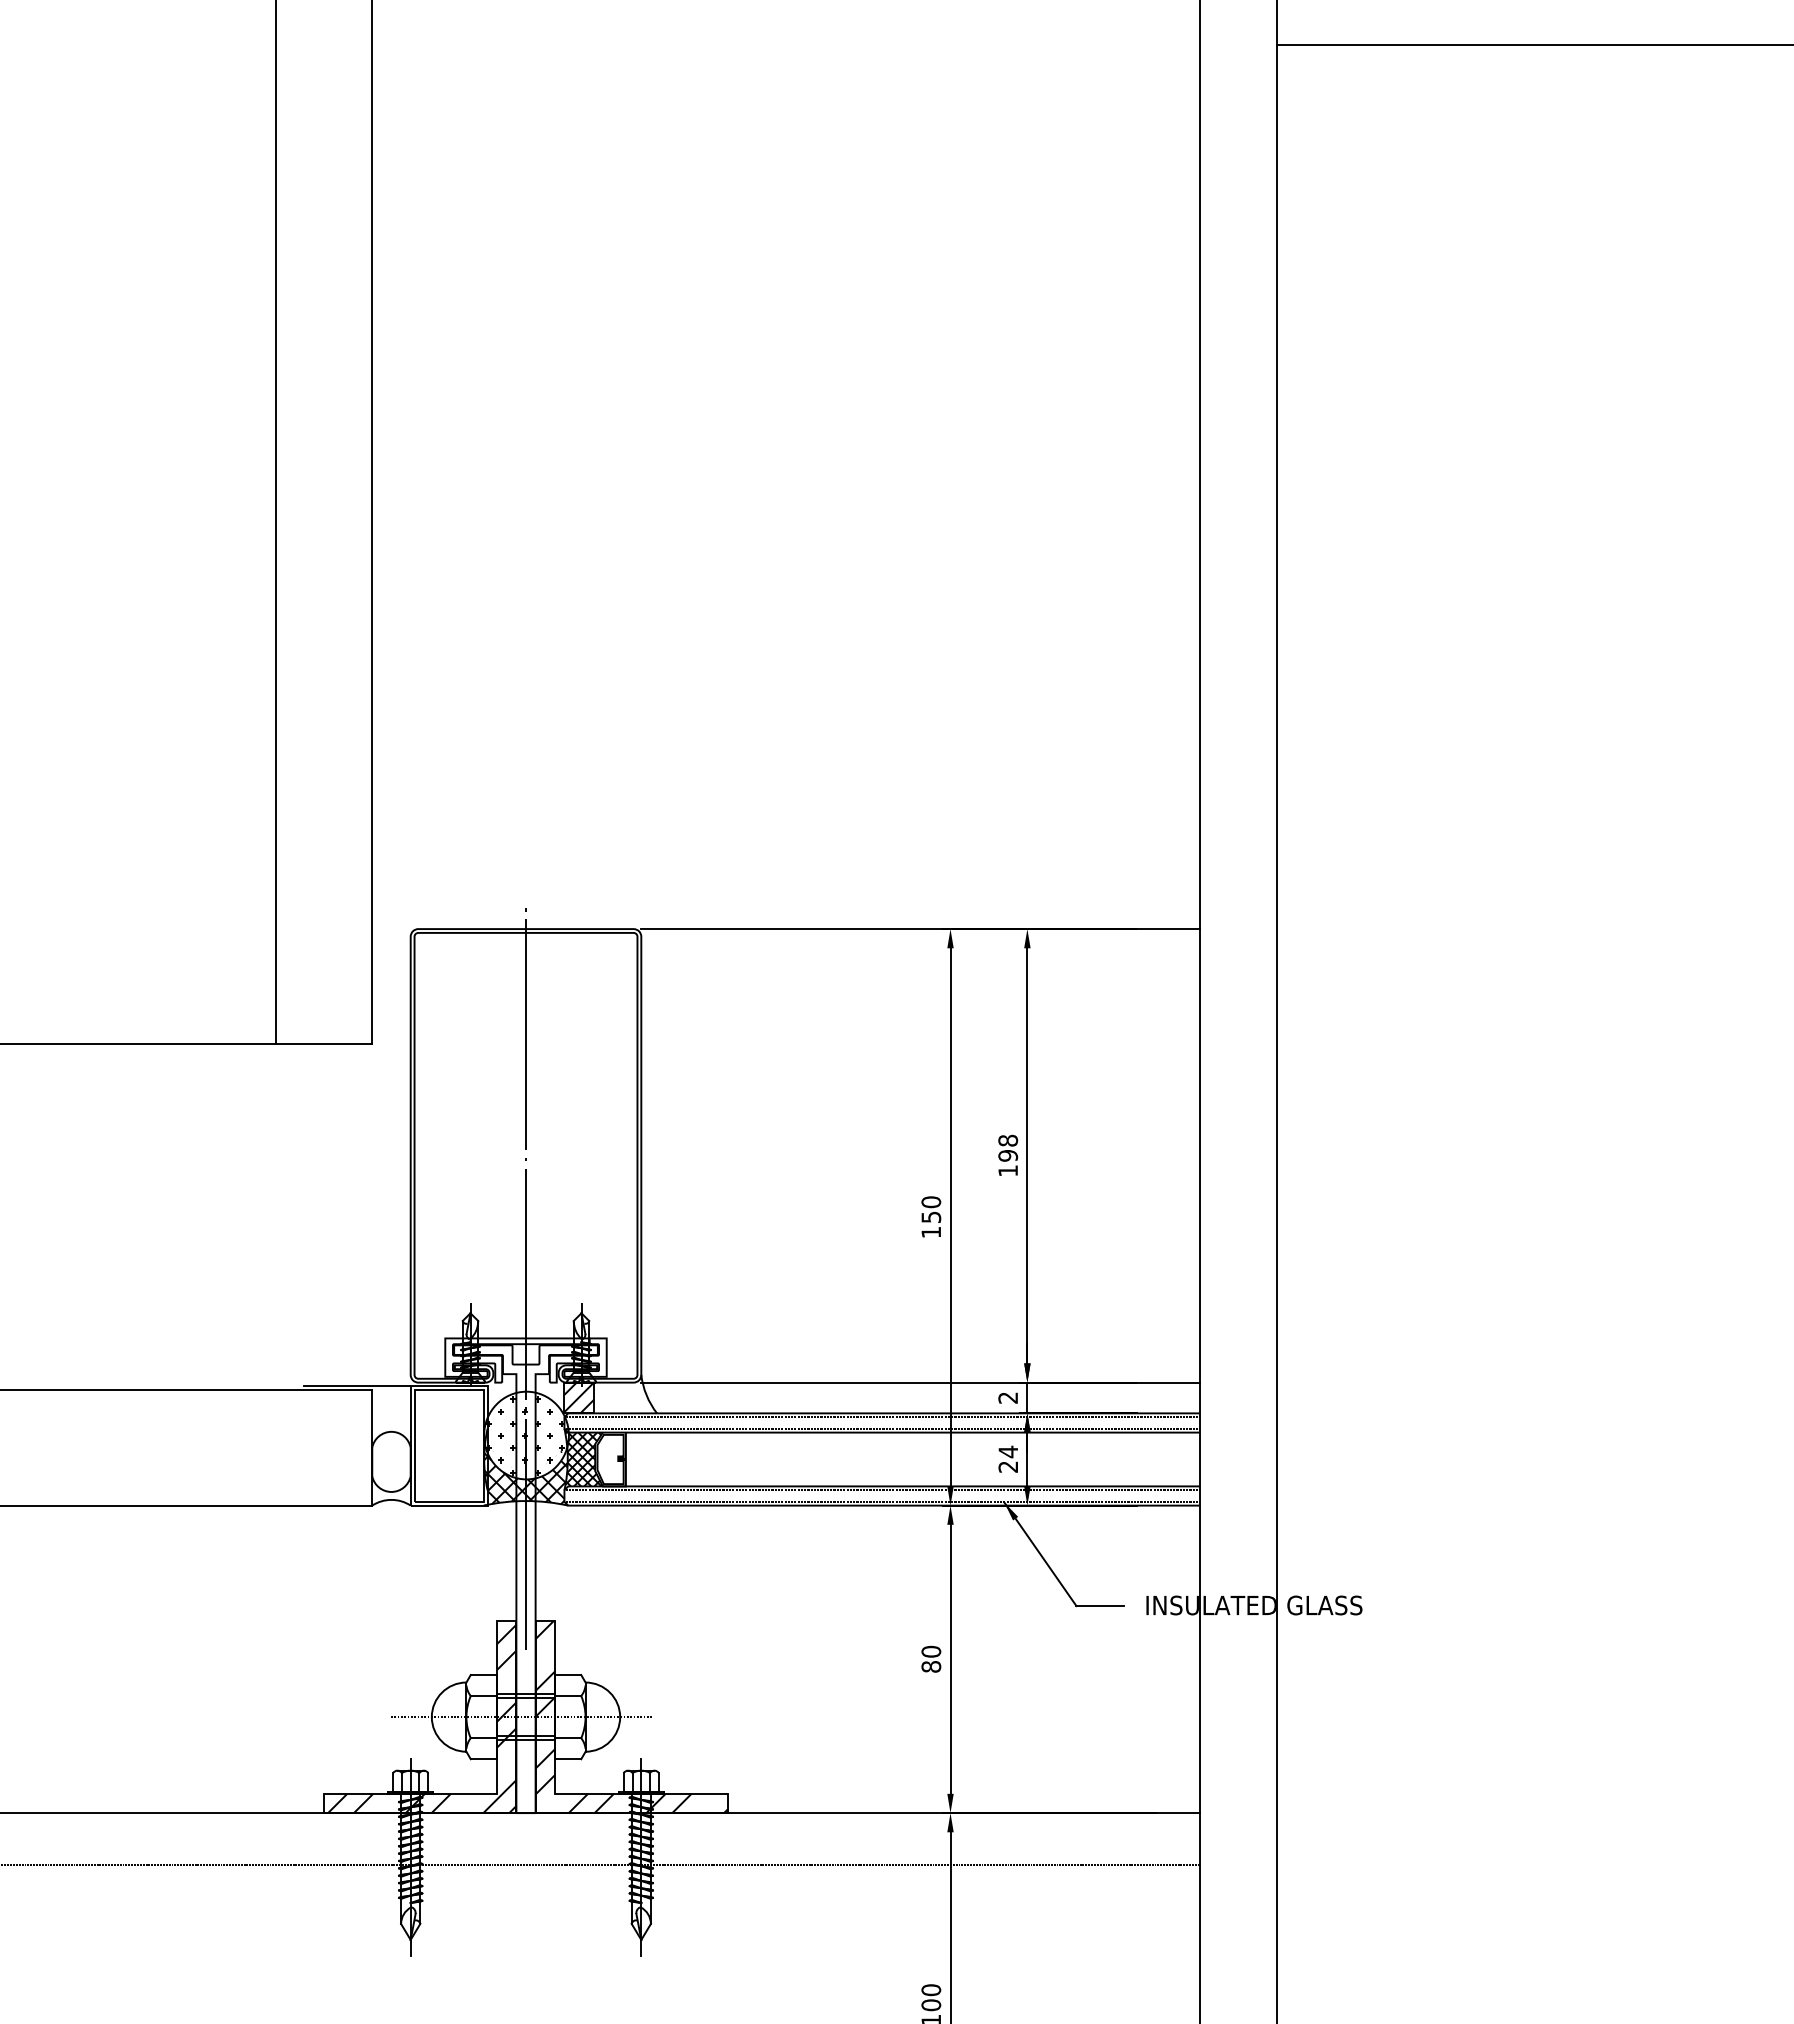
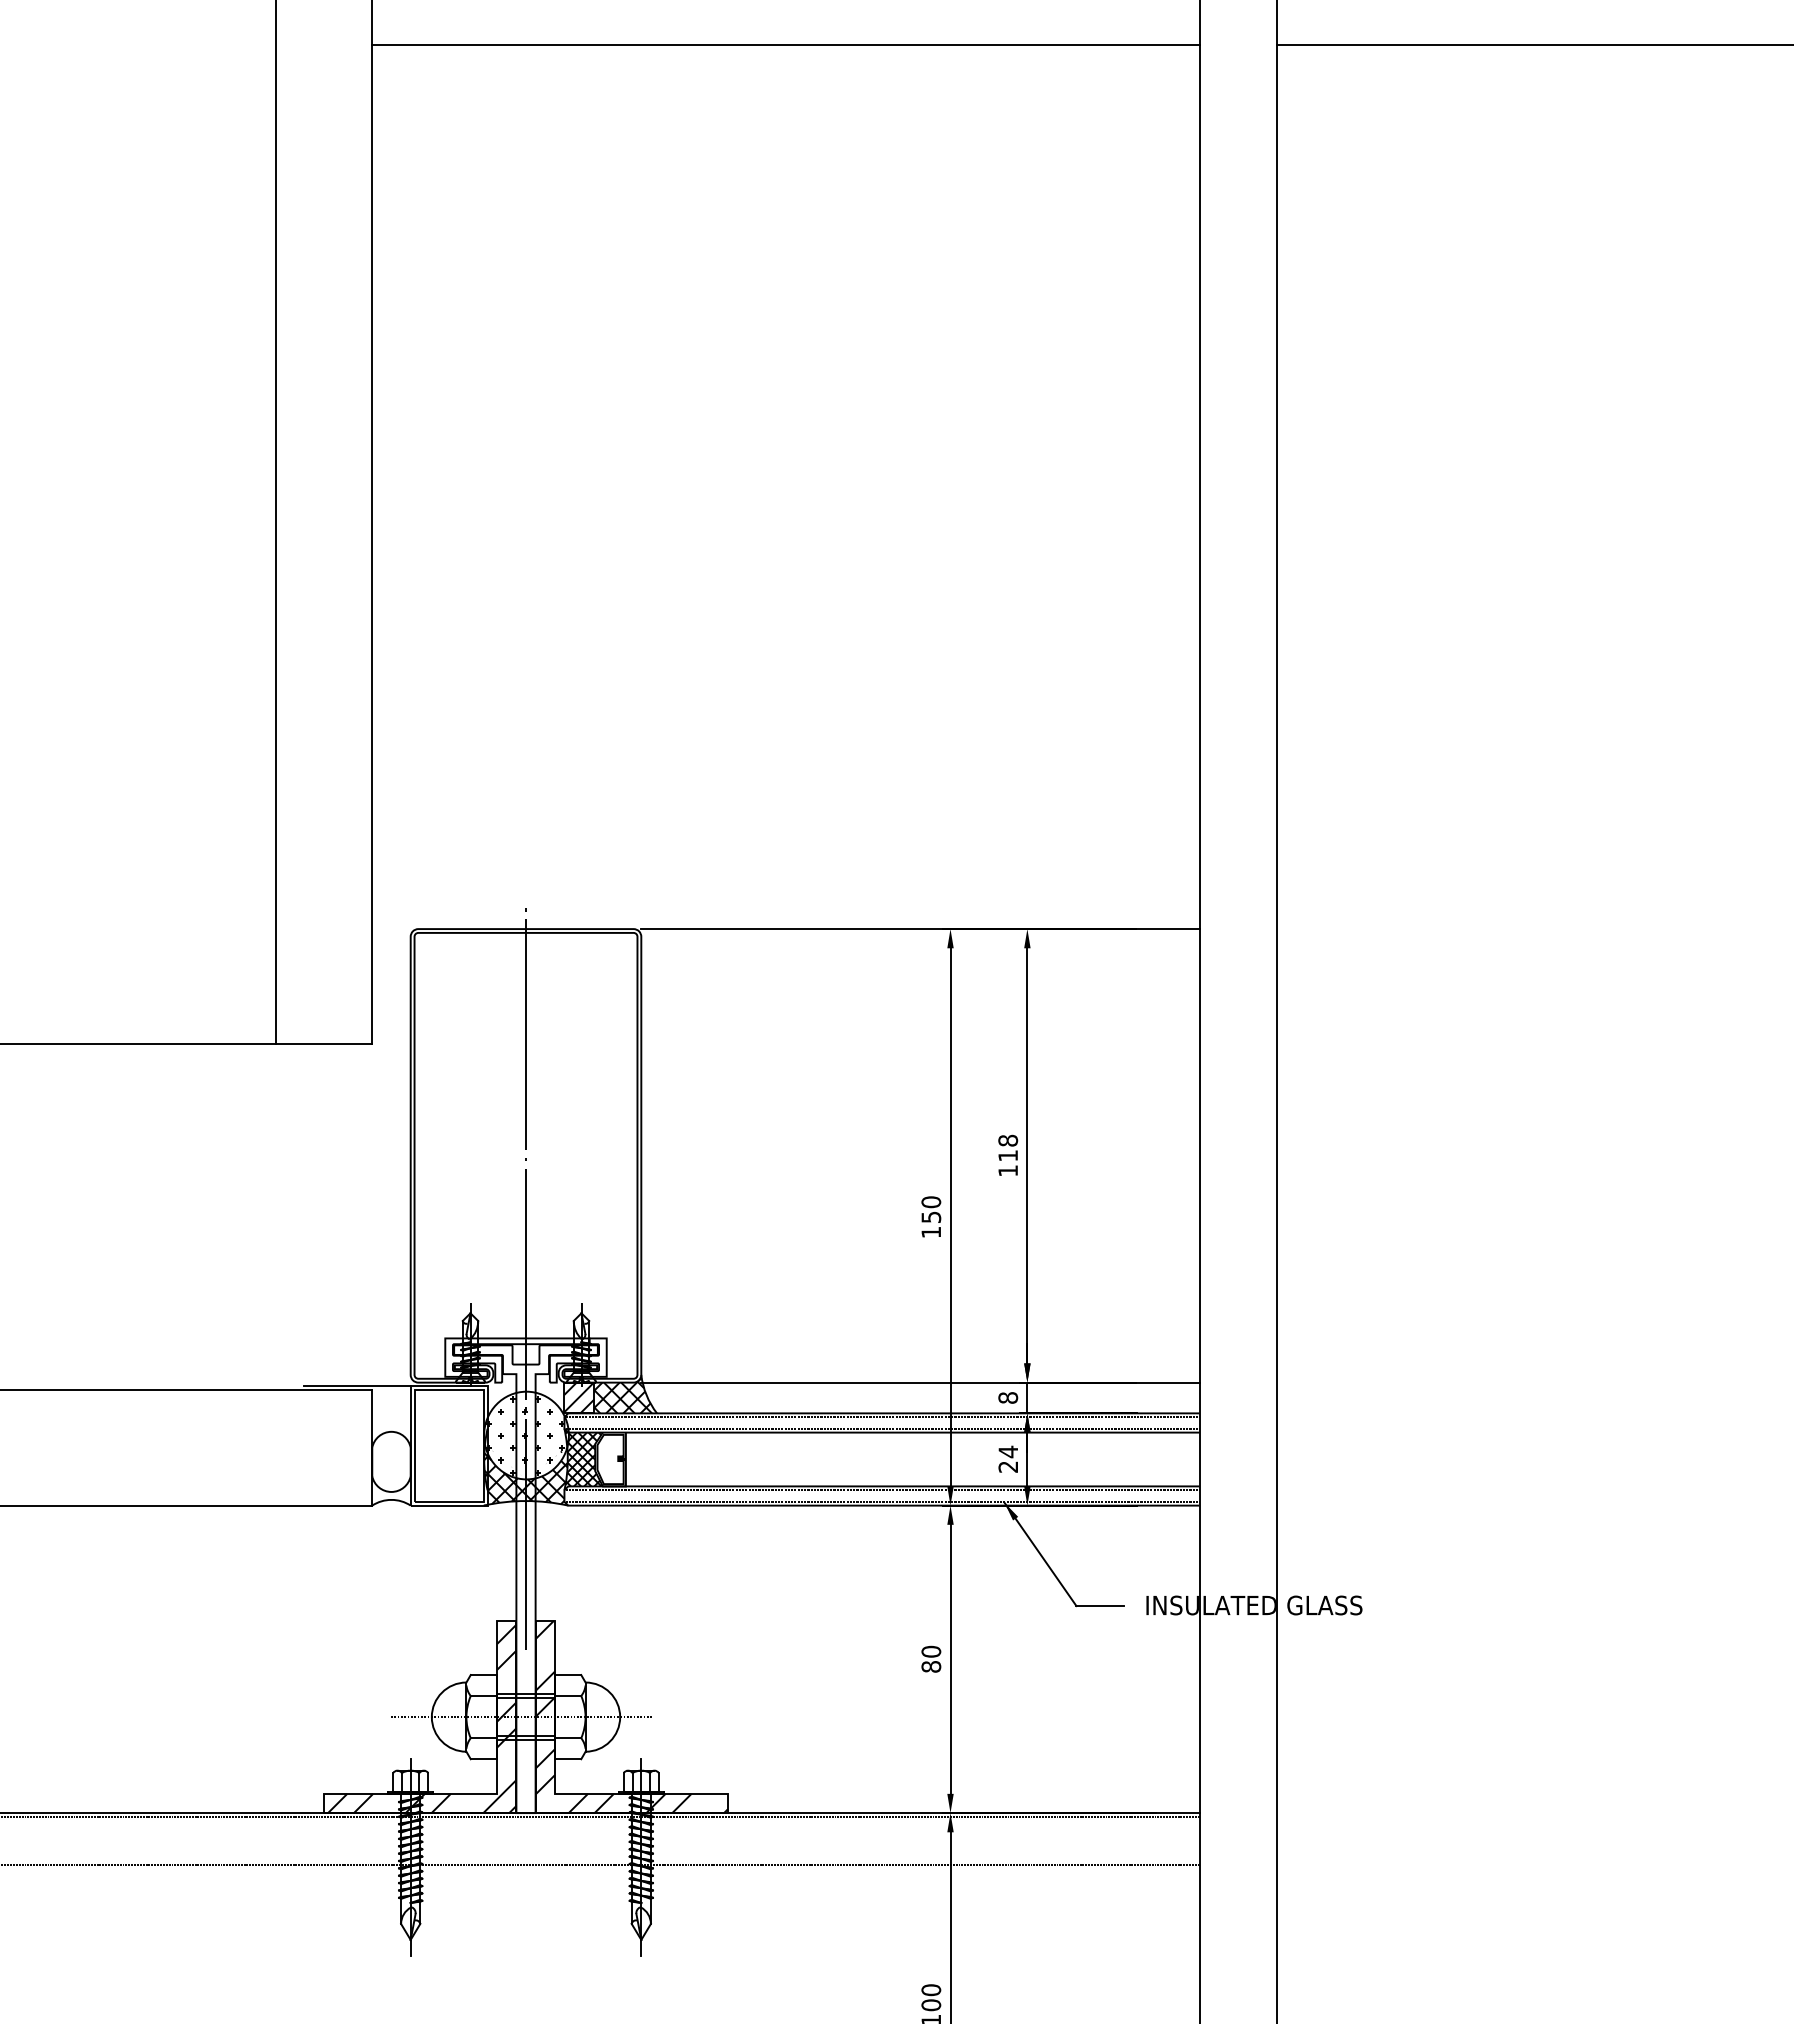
line at (785, 45): none -> present
text at (1008, 1155): 198 -> 118
hatch at (622, 1395): none -> present
text at (1008, 1397): 2 -> 8
line at (600, 1816): none -> present
